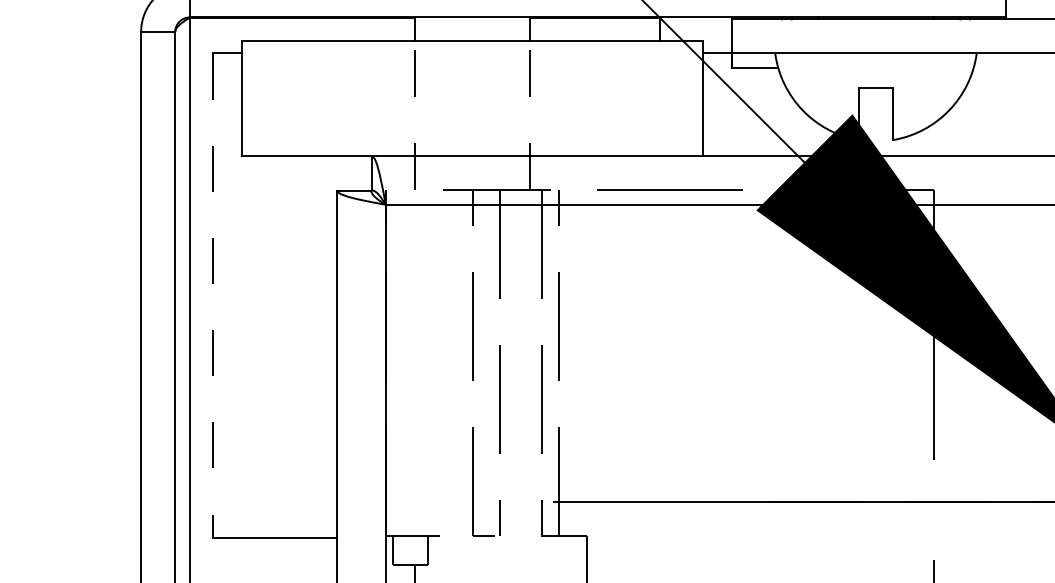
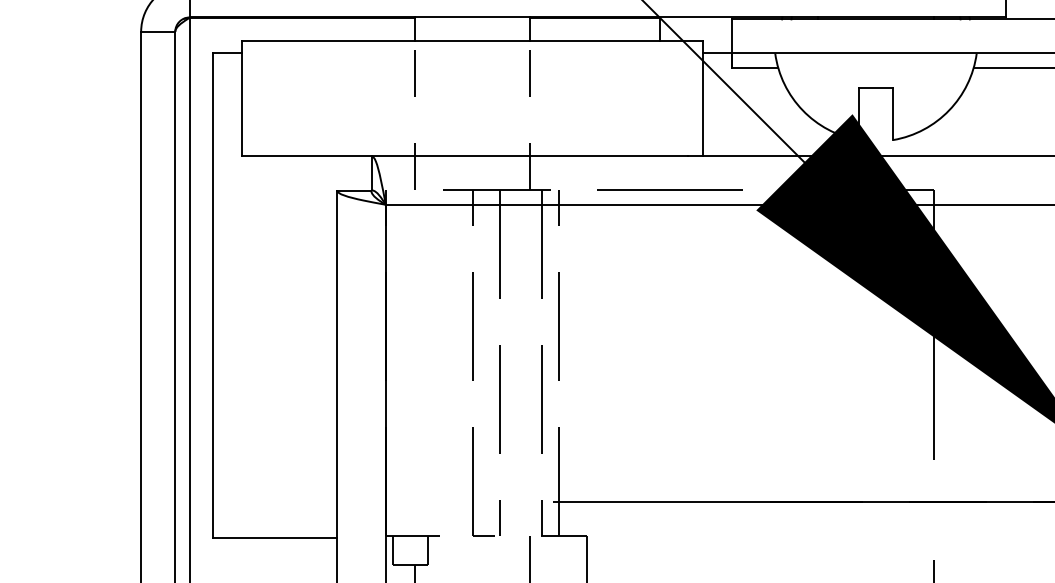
line at (1012, 67): none -> present
line at (213, 296): dashed -> solid
line at (530, 557): none -> present
